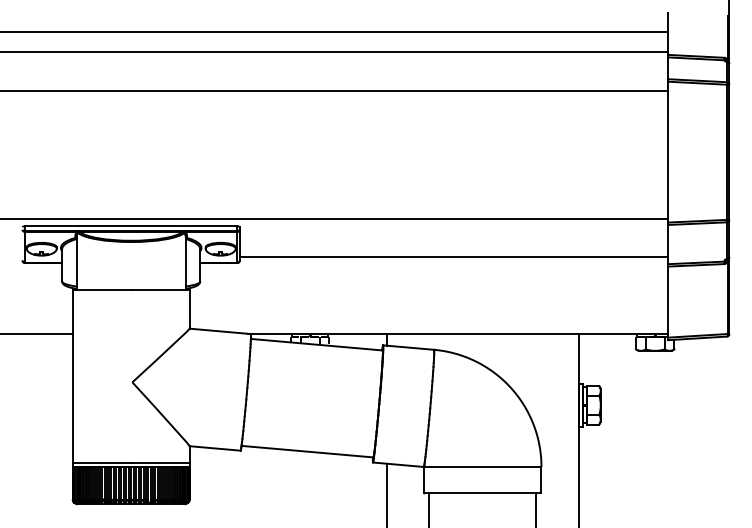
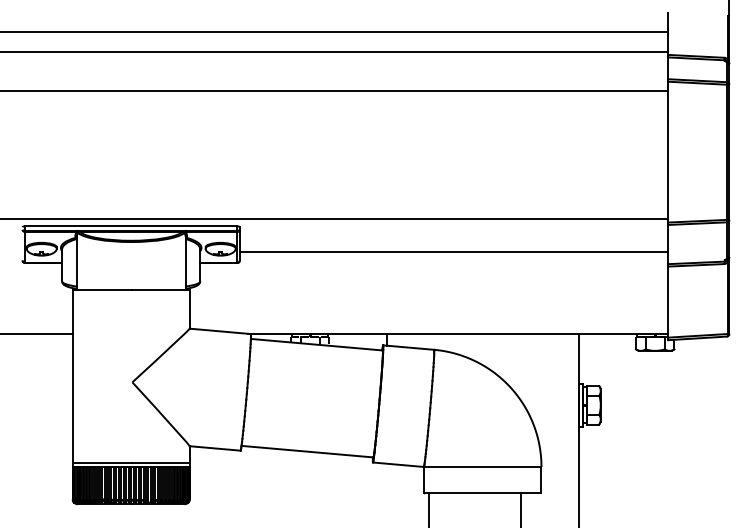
line at (453, 257) position: (453, 257) -> (453, 252)
line at (386, 493): present -> none
line at (536, 508) position: (536, 508) -> (521, 508)
